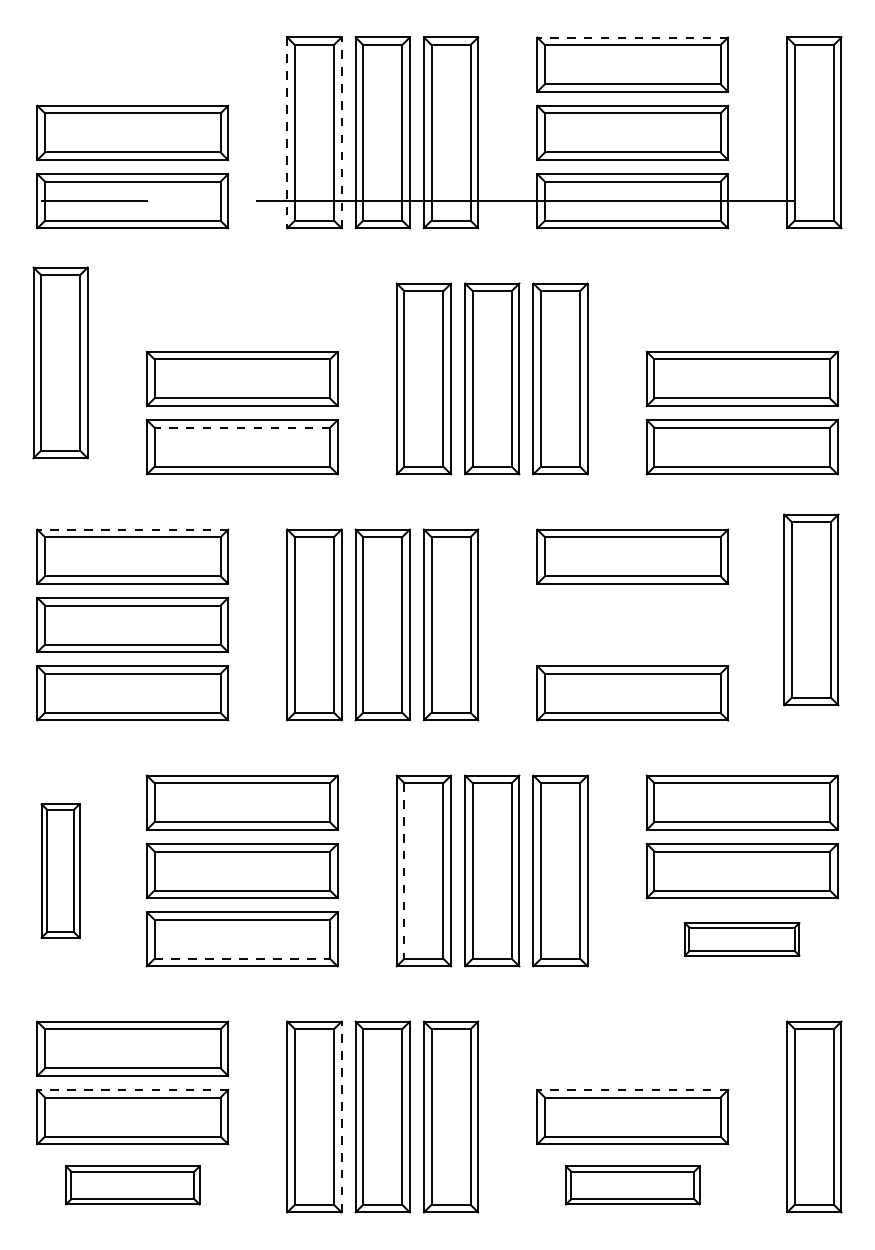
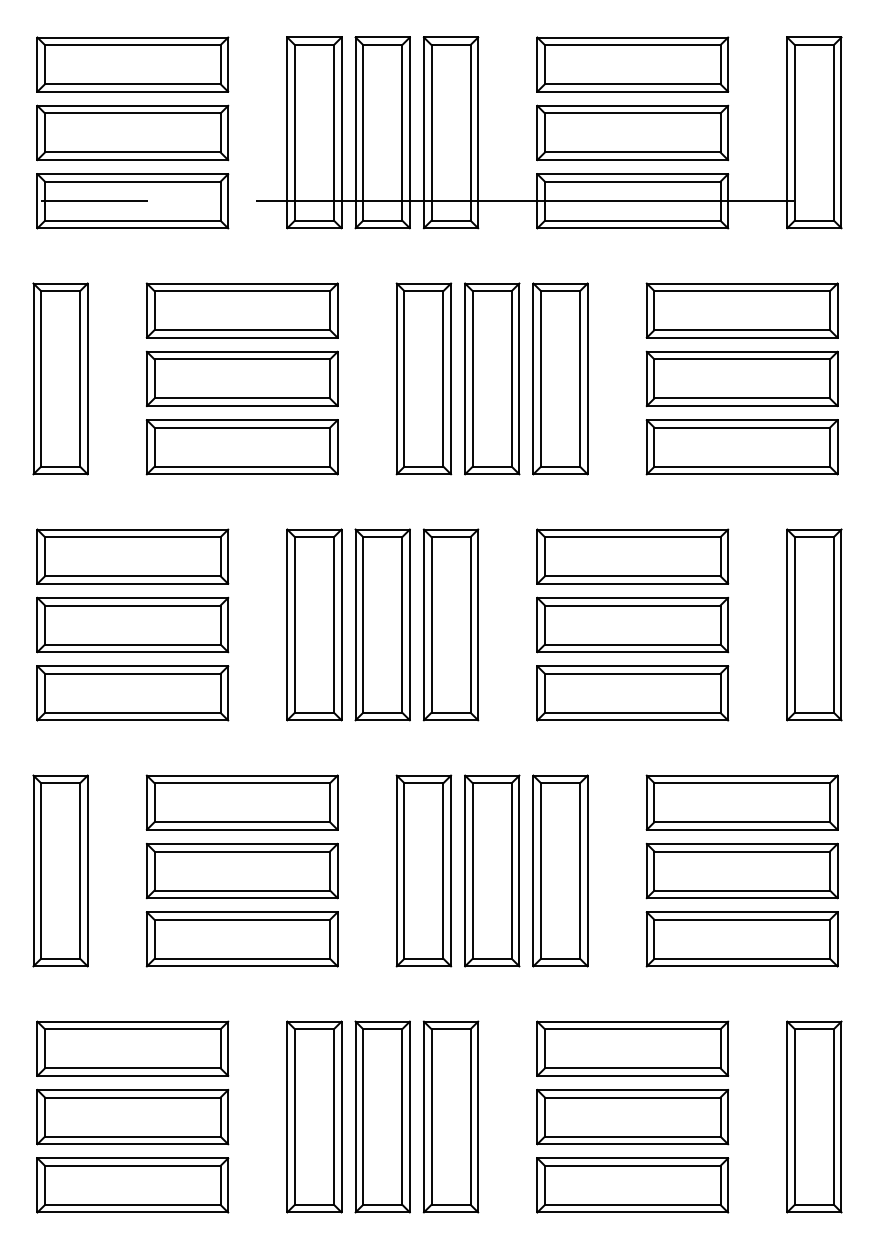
line at (632, 37): dashed -> solid
part at (132, 64): none -> present
line at (341, 132): dashed -> solid
line at (287, 133): dashed -> solid
part at (241, 310): none -> present
part at (741, 310): none -> present
part at (60, 362) position: (60, 362) -> (60, 378)
line at (242, 427): dashed -> solid
line at (132, 529): dashed -> solid
part at (811, 609) position: (811, 609) -> (814, 624)
part at (632, 624): none -> present
part at (60, 870) size: 41x136 px -> 57x194 px
line at (404, 870): dashed -> solid
part at (741, 939) size: 118x35 px -> 194x57 px
line at (242, 958): dashed -> solid
part at (632, 1048): none -> present
line at (132, 1090): dashed -> solid
line at (632, 1090): dashed -> solid
line at (341, 1116): dashed -> solid
part at (132, 1185) size: 136x41 px -> 194x57 px
part at (632, 1185) size: 136x41 px -> 194x57 px
